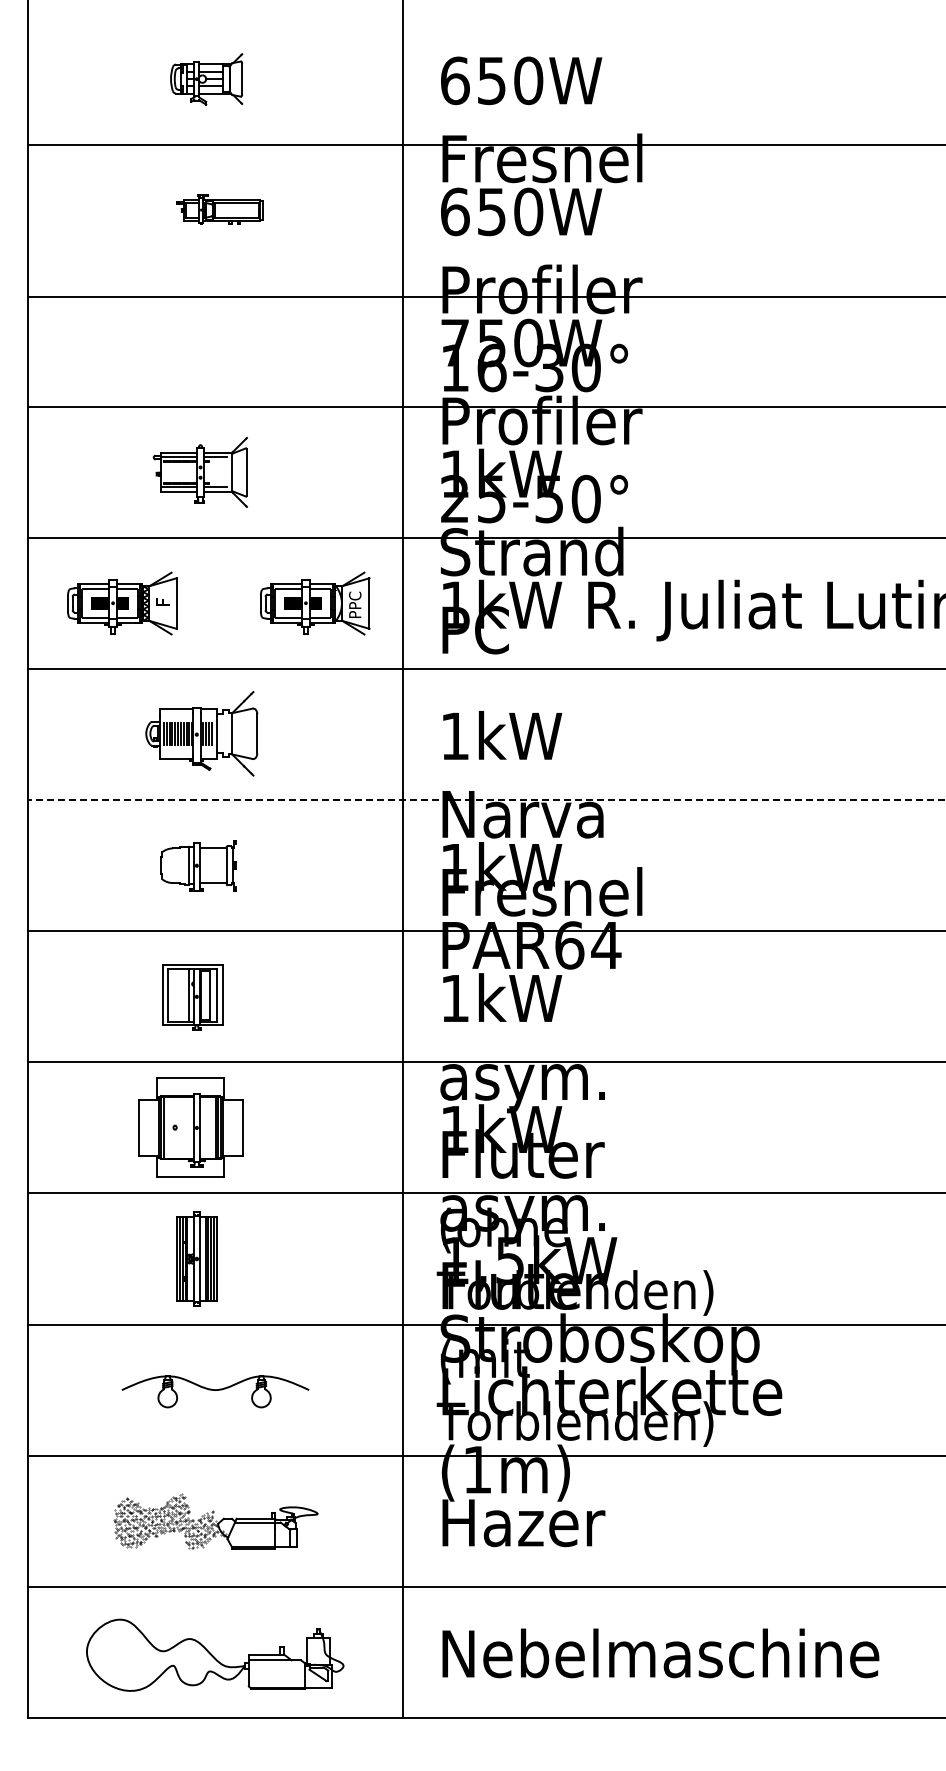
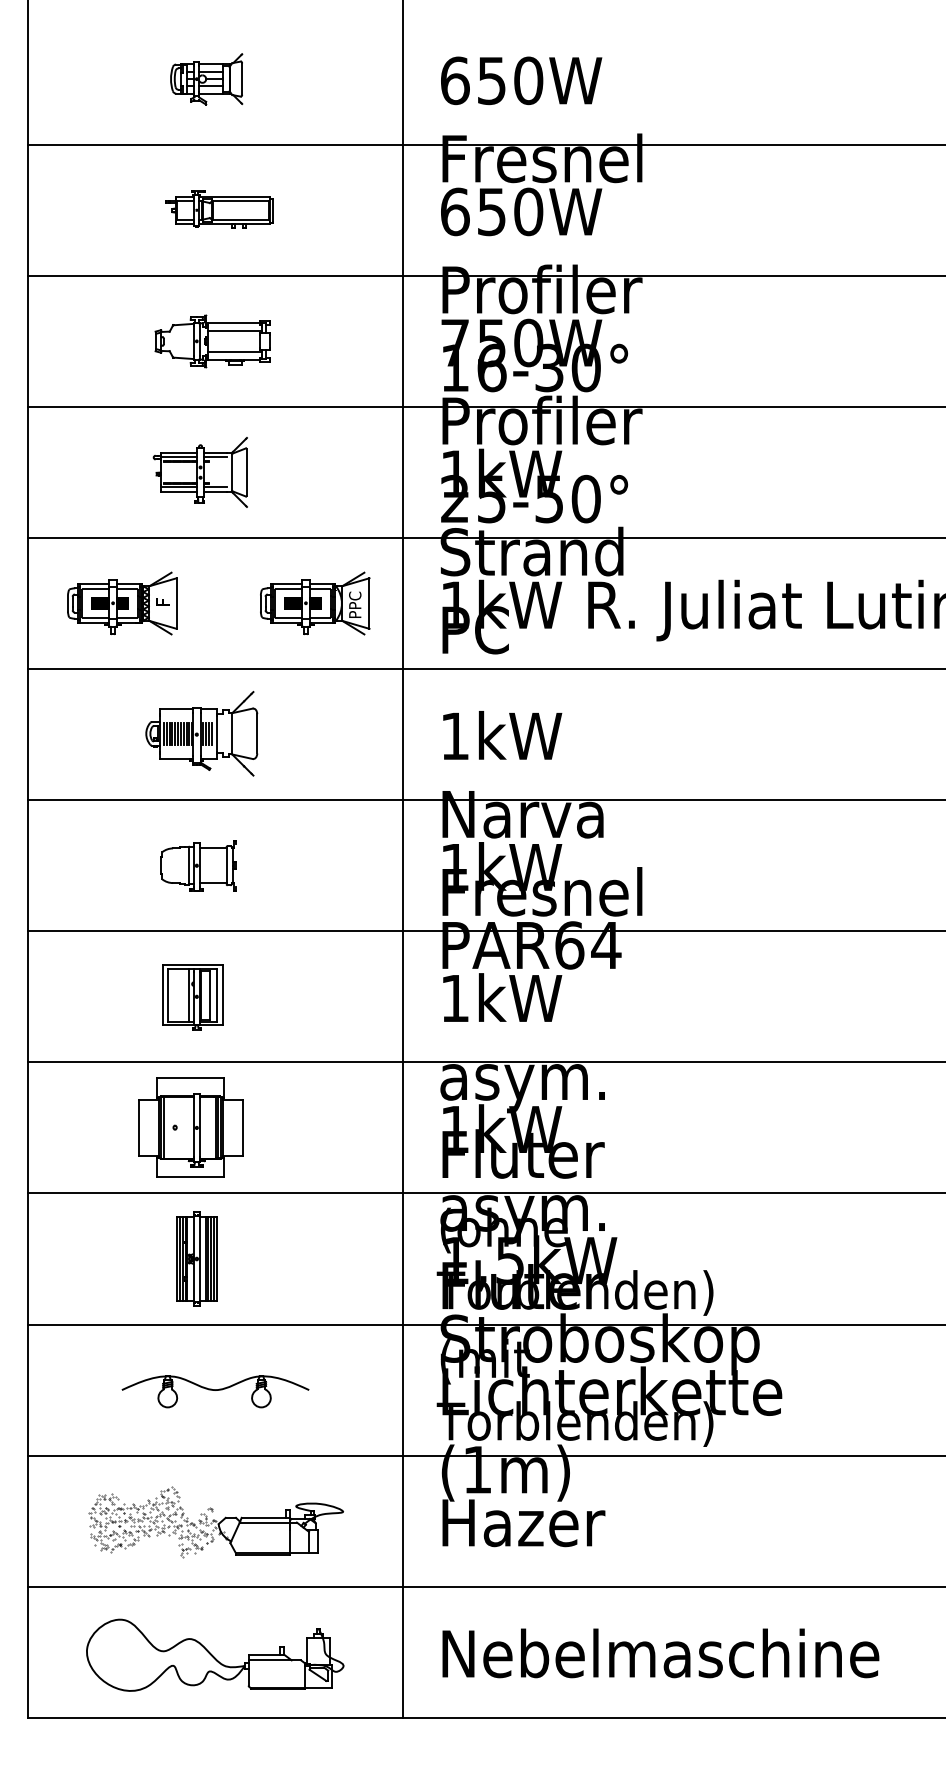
part at (219, 209) size: 88x31 px -> 109x39 px
line at (485, 296) position: (485, 296) -> (485, 275)
part at (212, 341): none -> present
line at (486, 800): dashed -> solid
part at (215, 1521) size: 206x57 px -> 256x73 px
